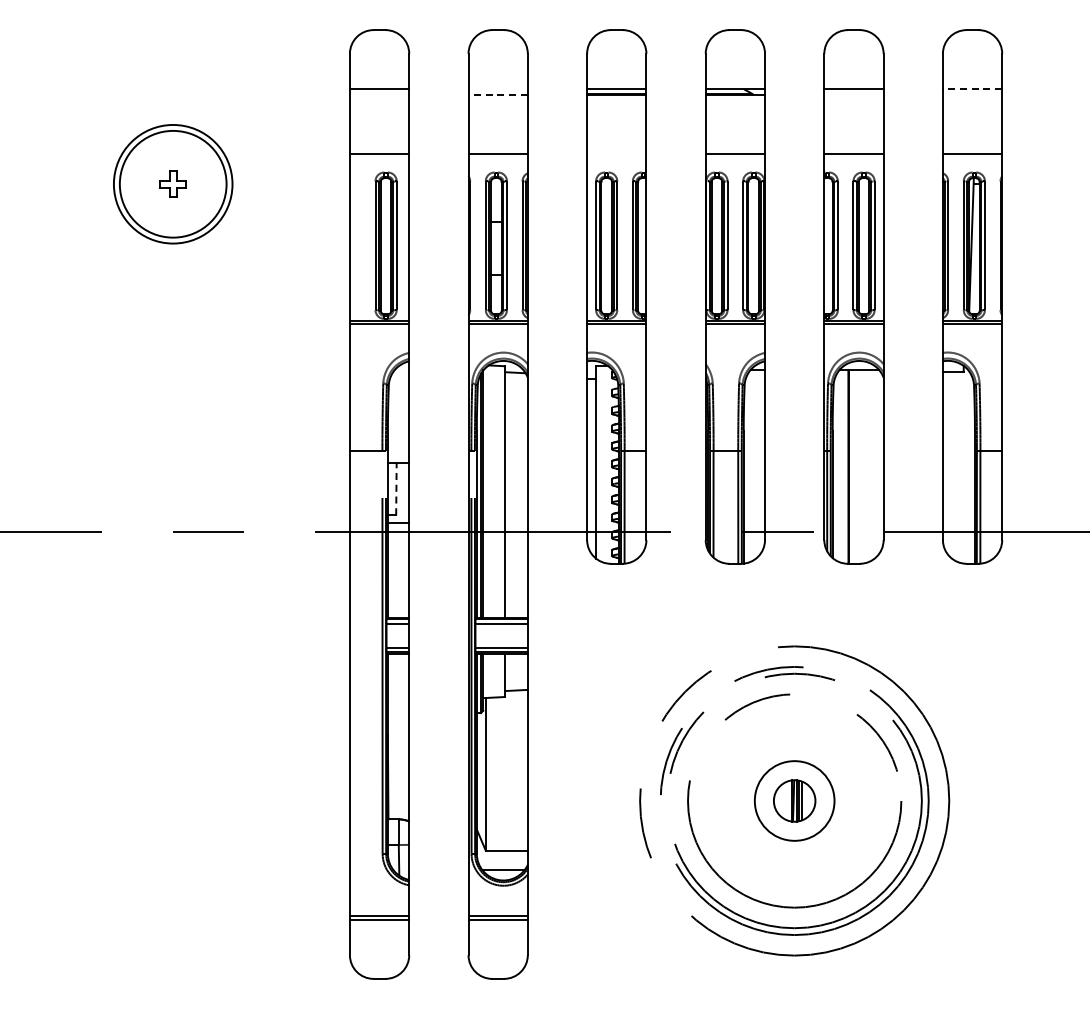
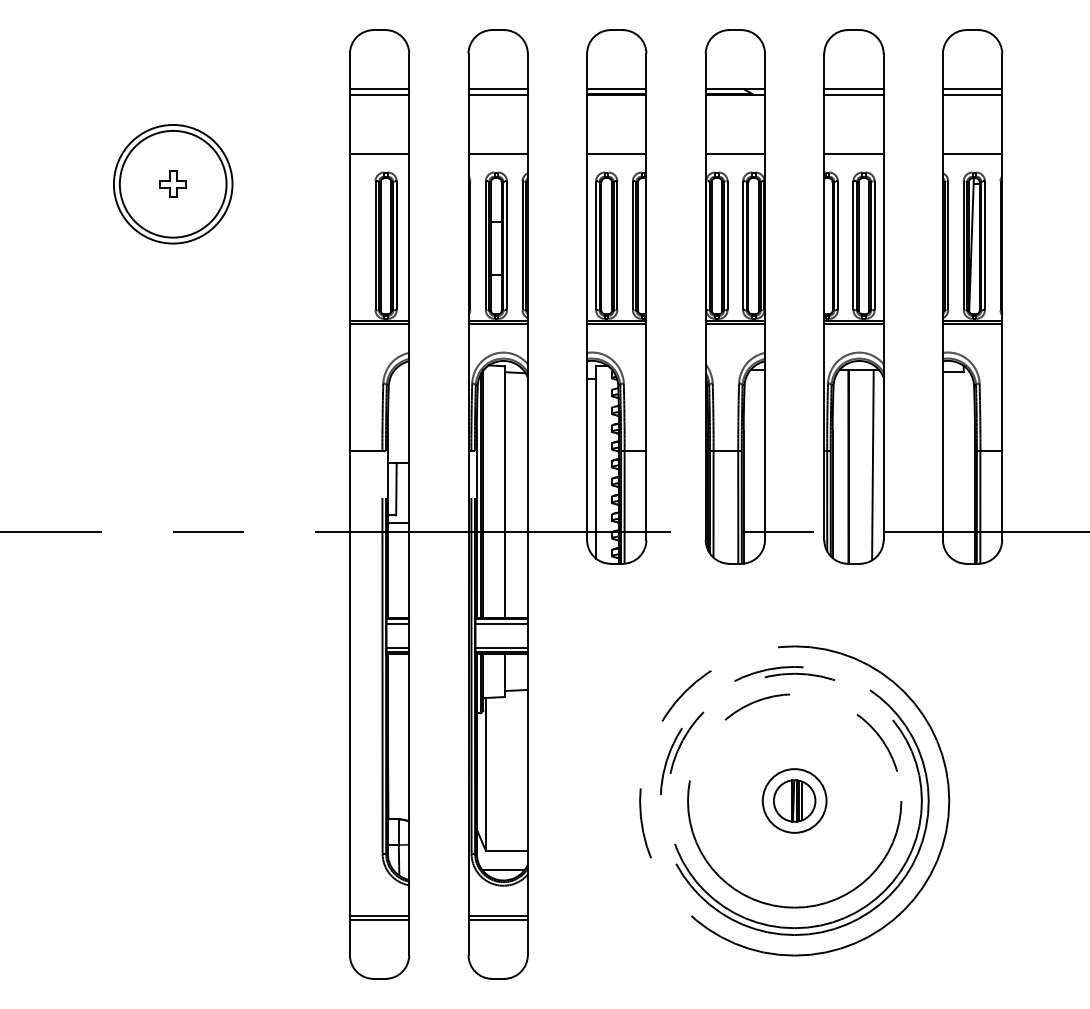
line at (497, 89): none -> present
line at (972, 89): dashed -> solid
line at (379, 95): none -> present
line at (498, 95): dashed -> solid
line at (853, 95): none -> present
line at (972, 95): none -> present
line at (616, 154): none -> present
line at (872, 464): none -> present
line at (396, 488): dashed -> solid
circle at (794, 800) diameter: 80 px -> 64 px
